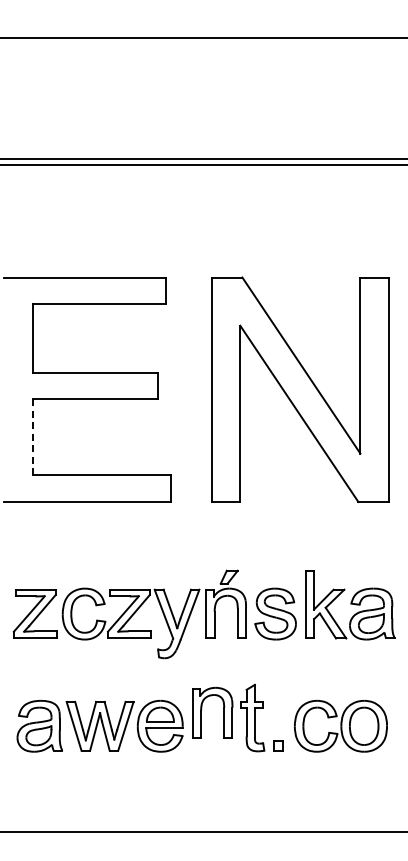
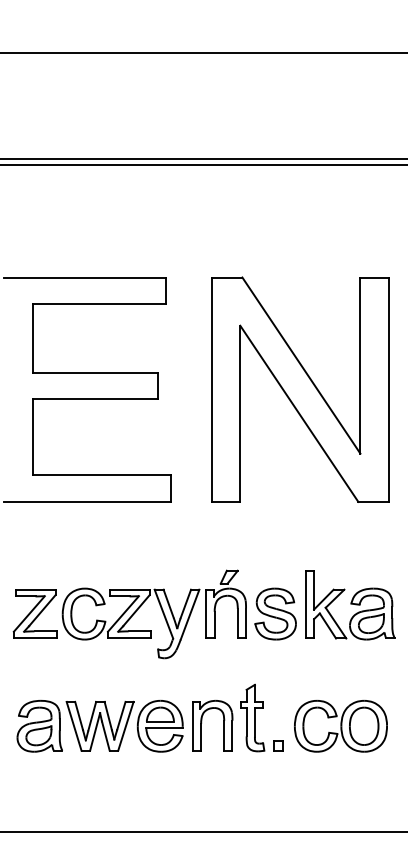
line at (203, 38) position: (203, 38) -> (203, 53)
line at (33, 436): dashed -> solid
part at (202, 709) position: (202, 709) -> (202, 722)
